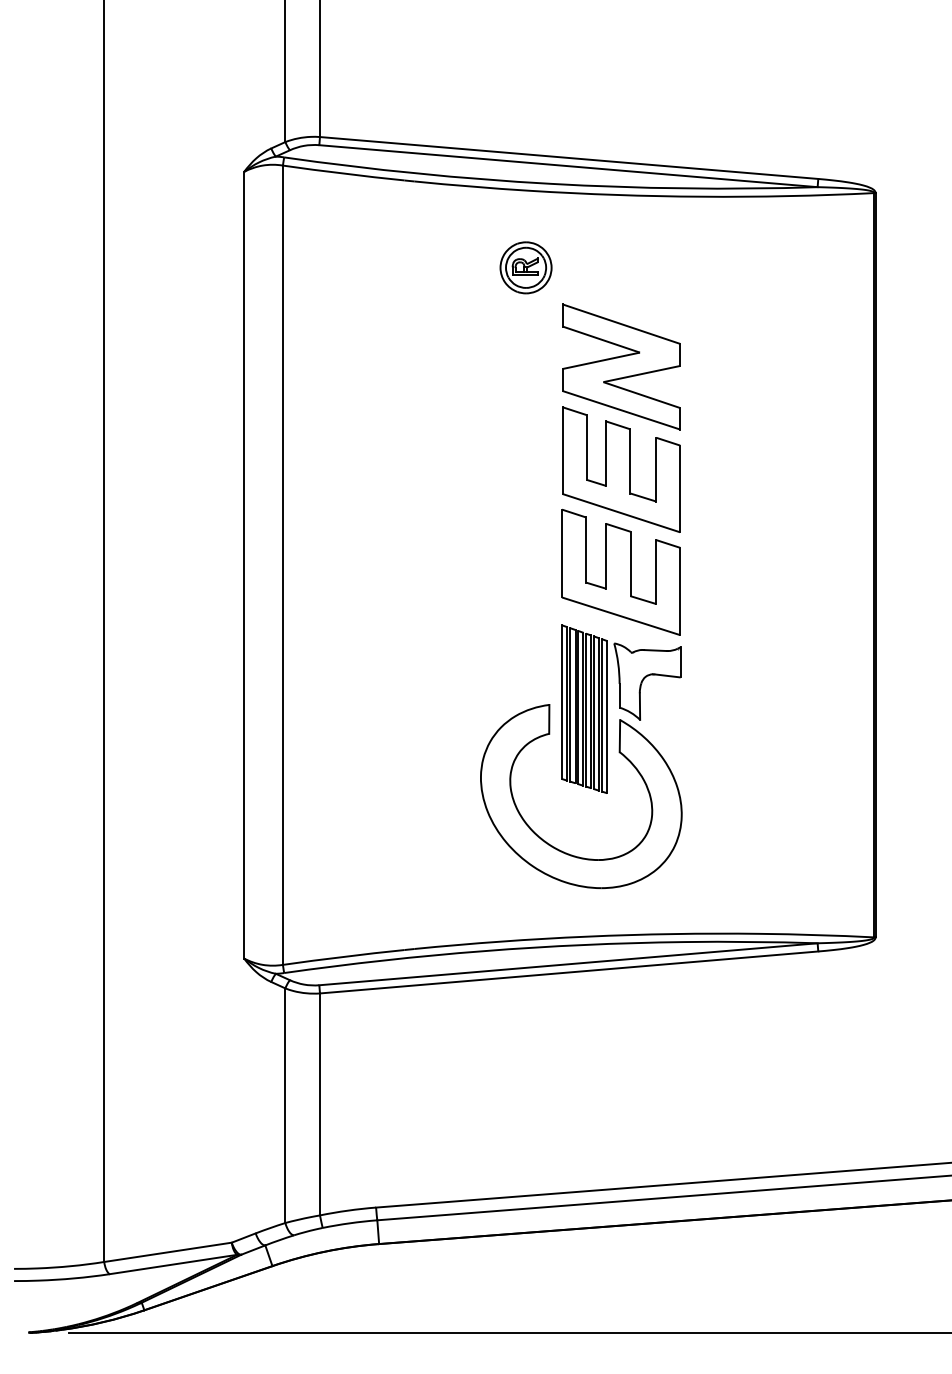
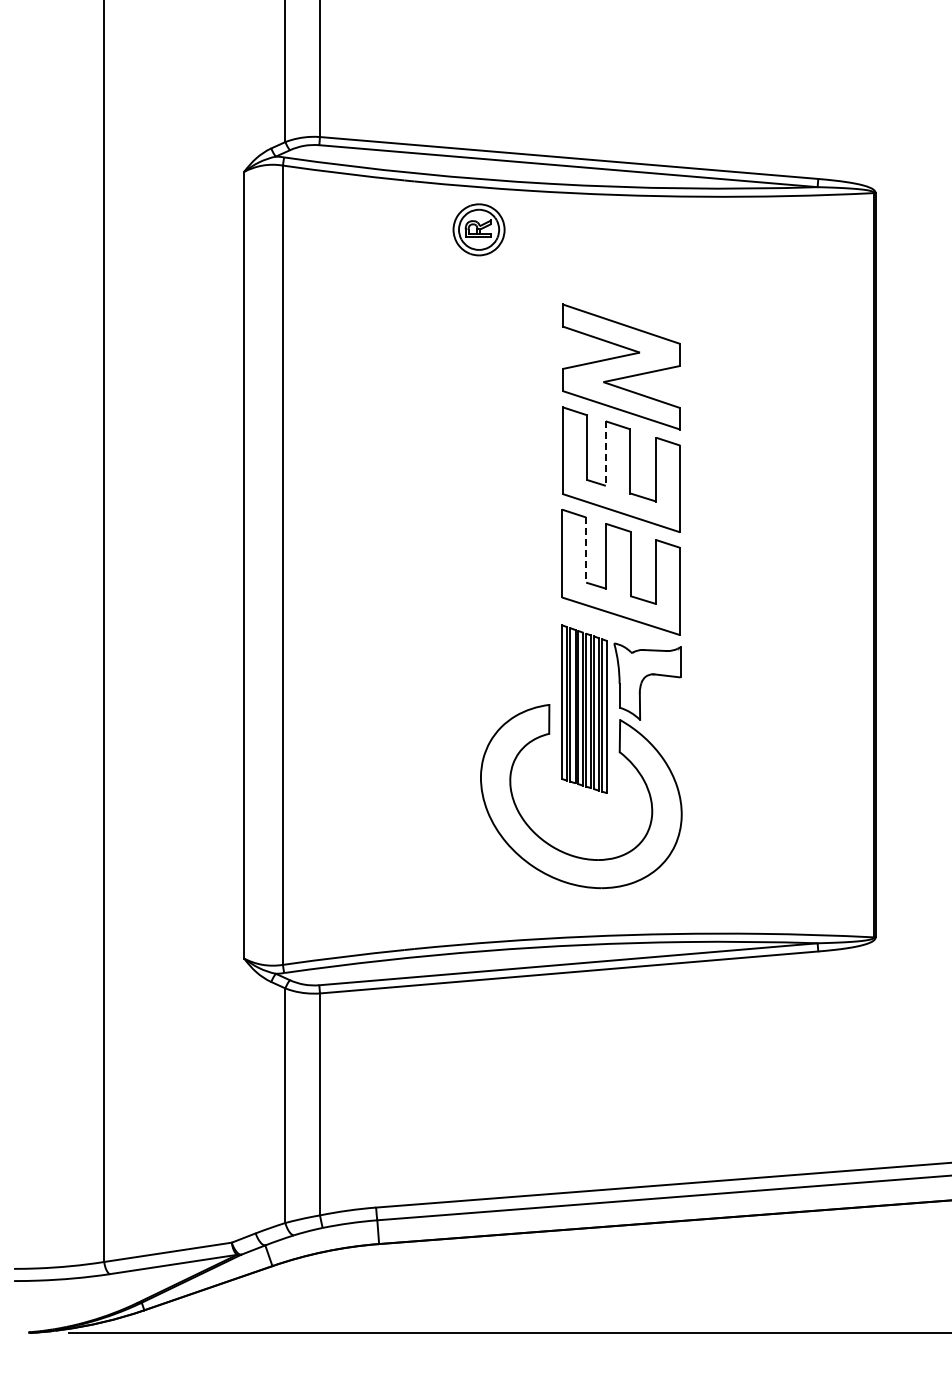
part at (525, 267) position: (525, 267) -> (478, 229)
line at (605, 454): solid -> dashed
line at (586, 550): solid -> dashed
